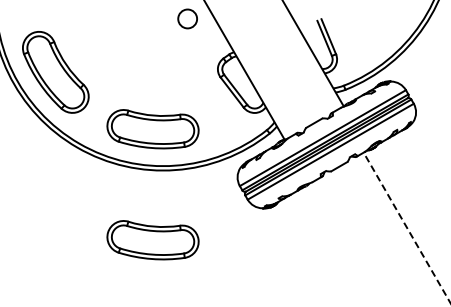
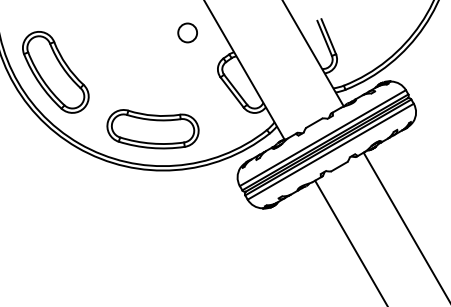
circle at (187, 18) position: (187, 18) -> (187, 32)
line at (407, 228): dashed -> solid
part at (152, 240): present -> none
line at (350, 241): none -> present
